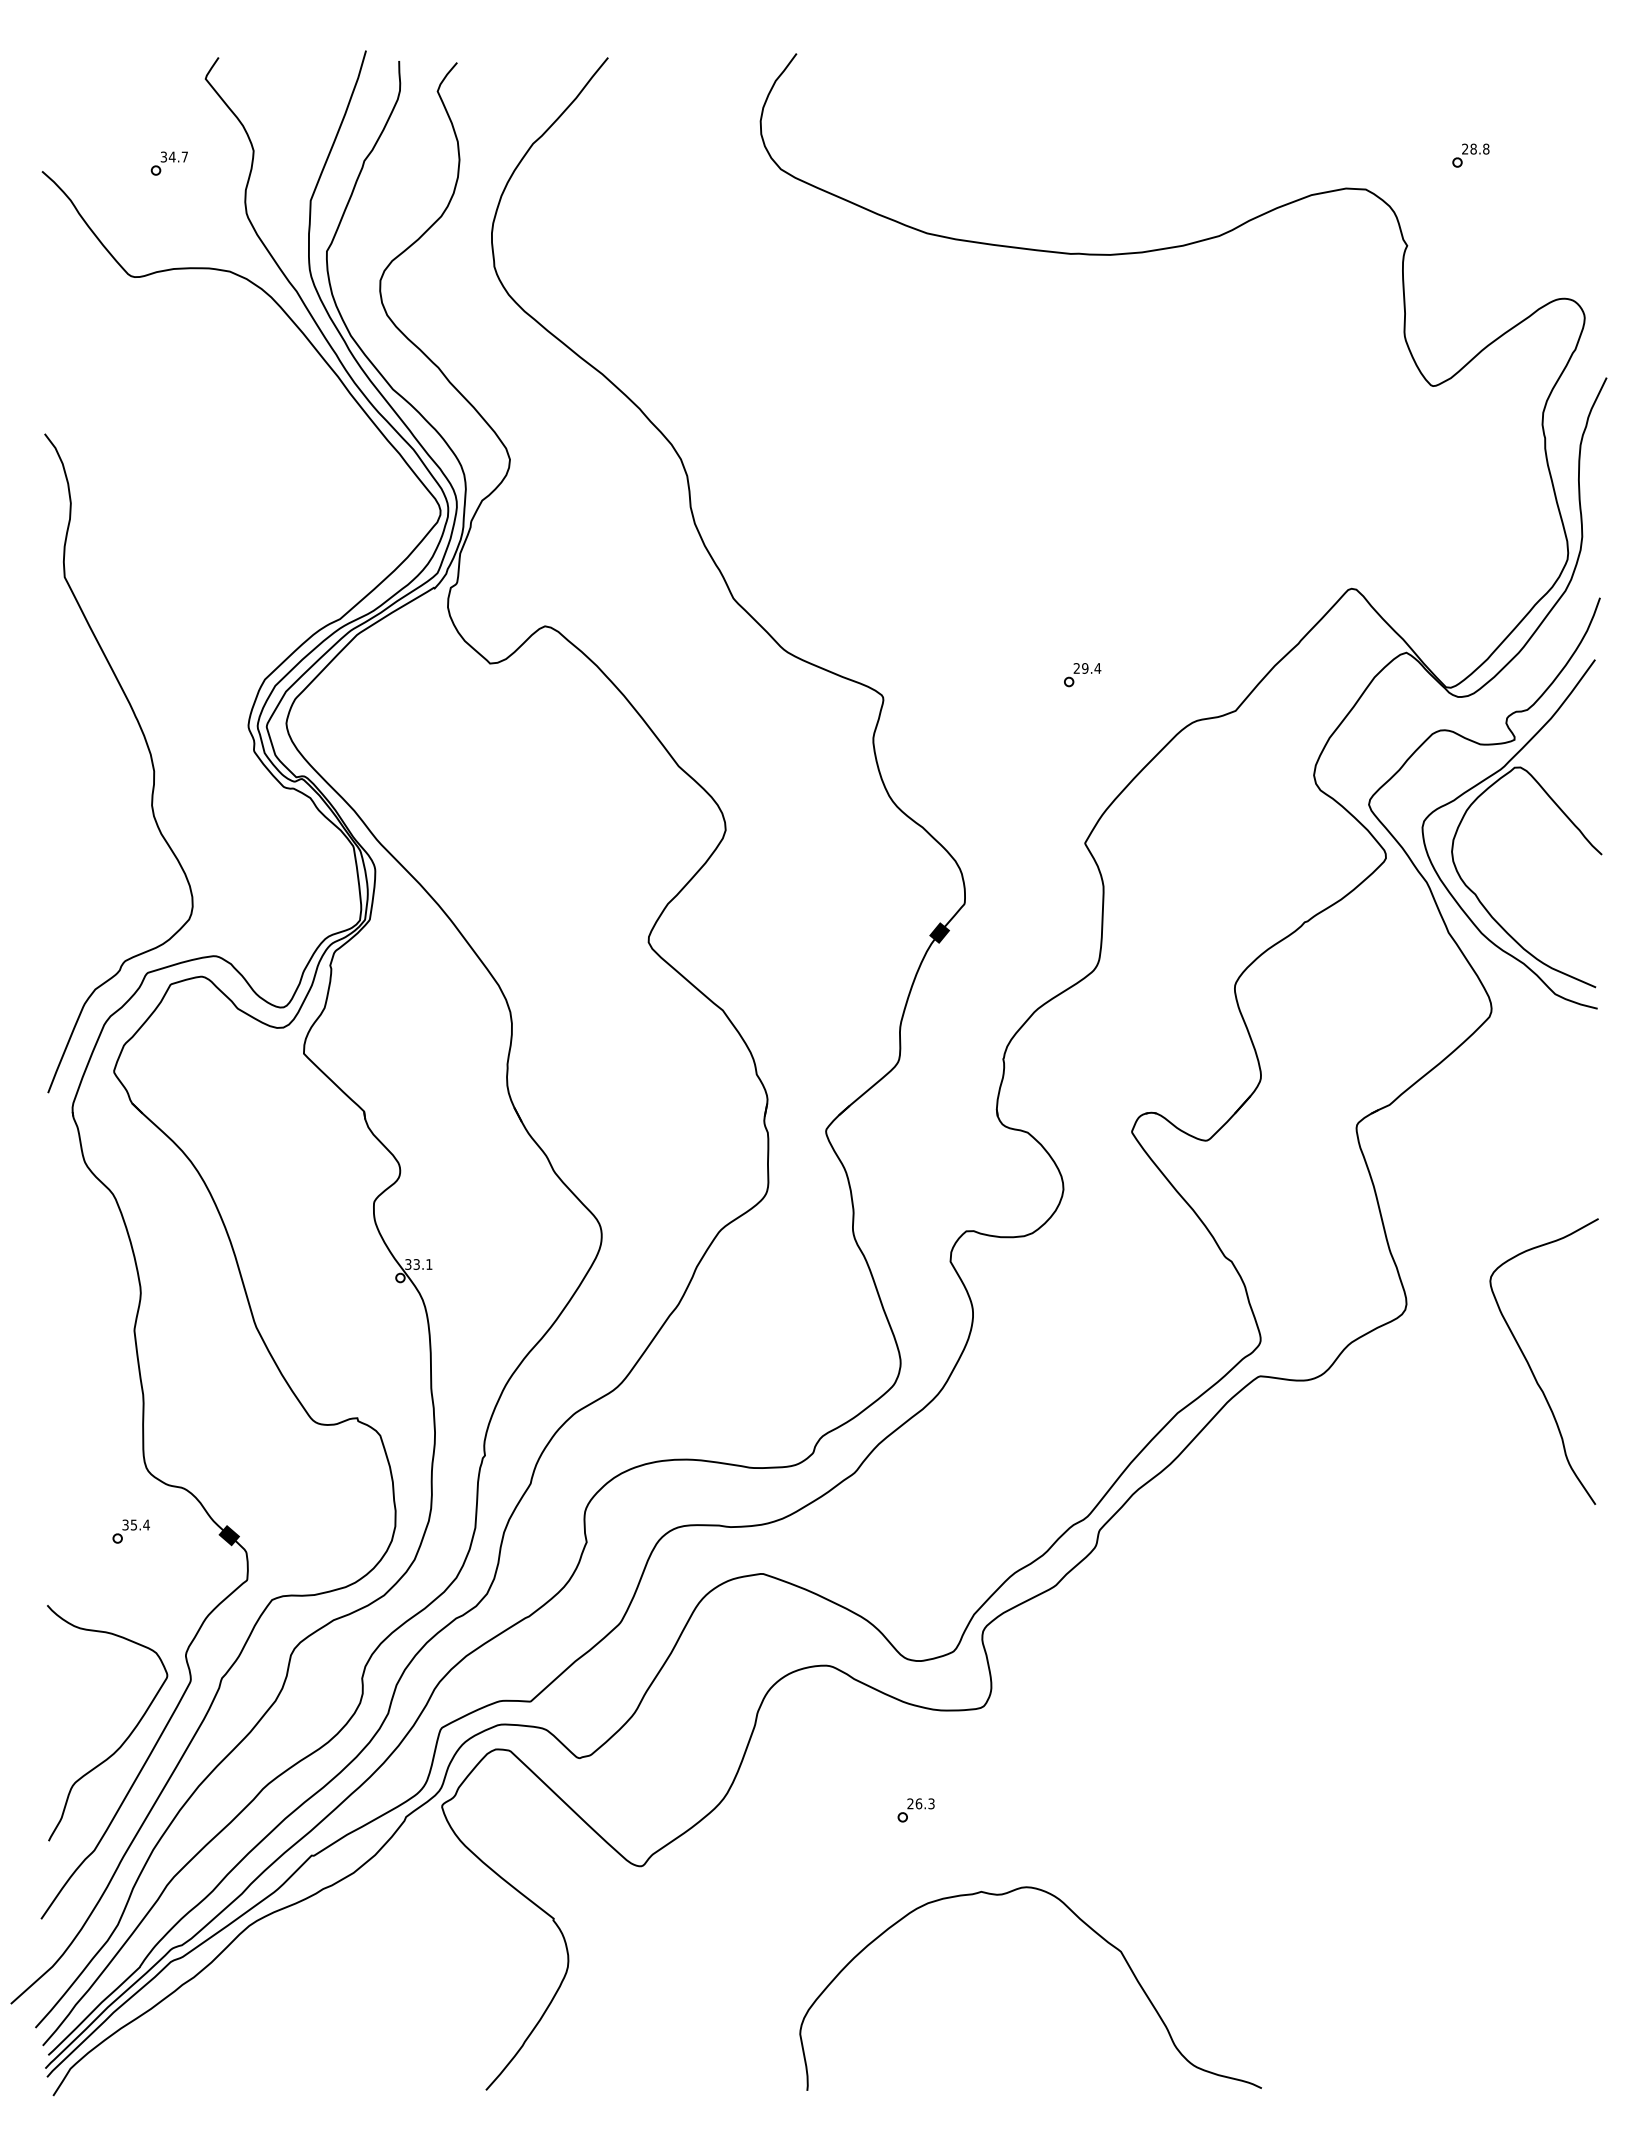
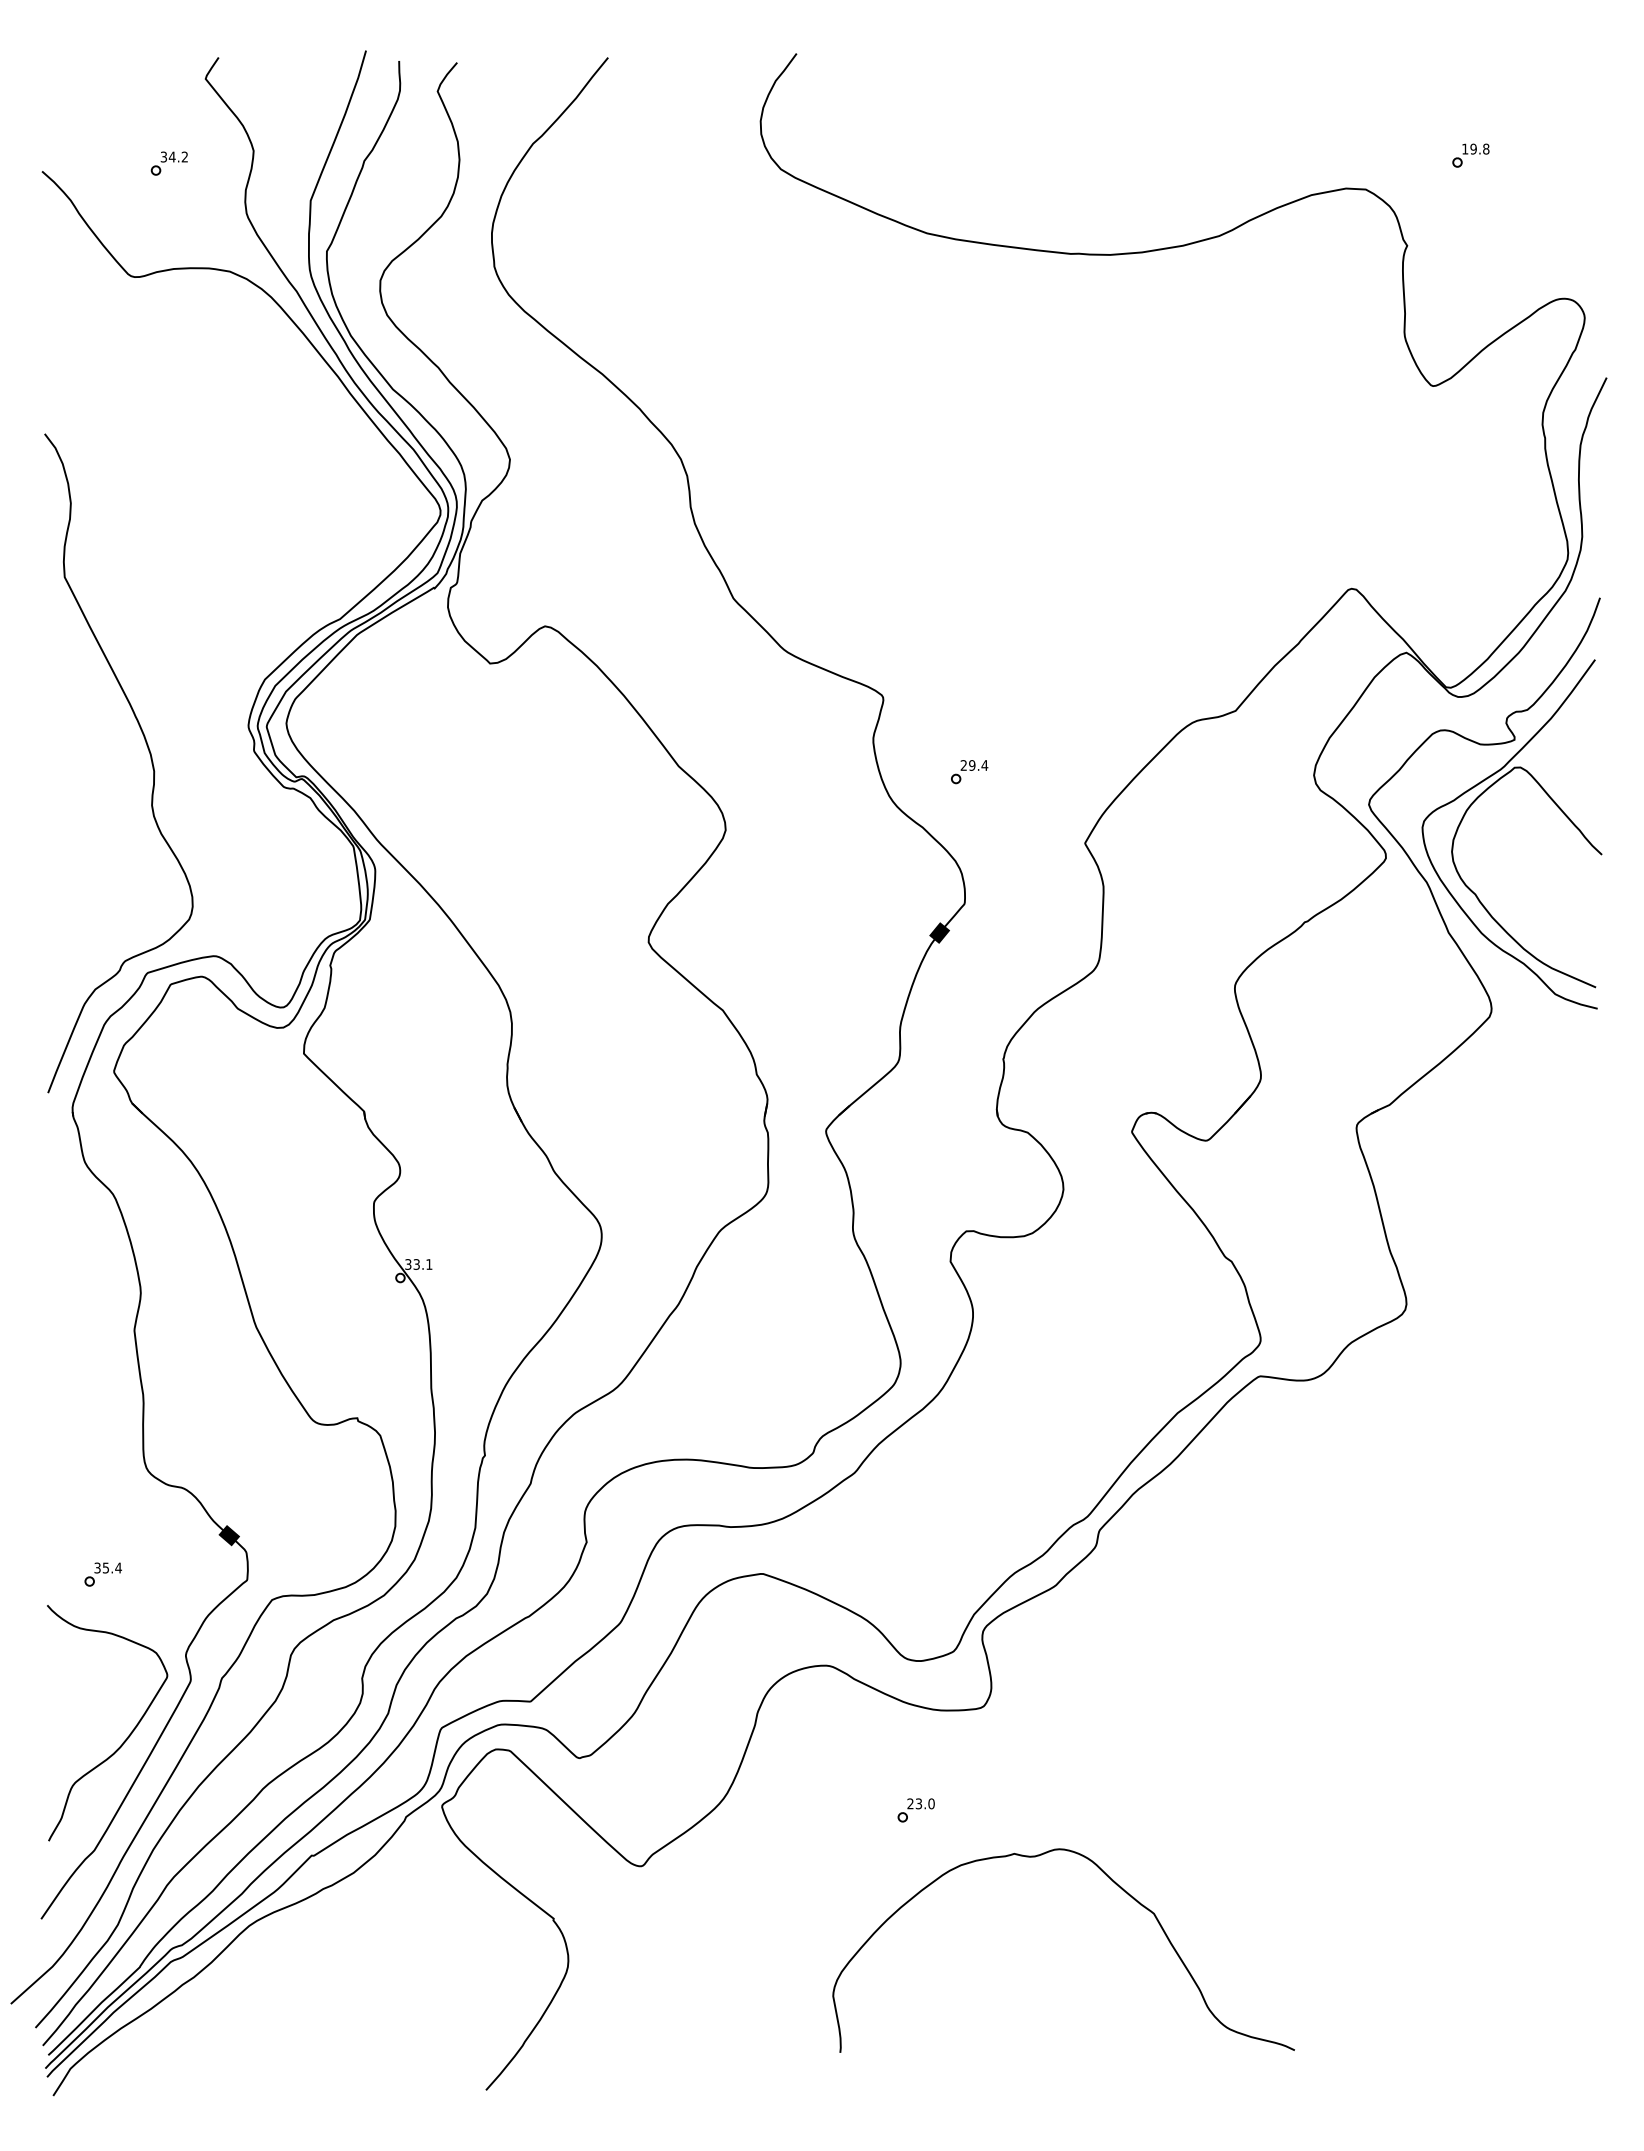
text at (1469, 148): 28.8 -> 19.8
text at (184, 156): 34.7 -> 34.2
part at (1082, 675) position: (1082, 675) -> (969, 772)
curve at (1530, 1365): present -> none
part at (130, 1531) position: (130, 1531) -> (102, 1574)
text at (924, 1803): 26.3 -> 23.0
curve at (1083, 1923) position: (1083, 1923) -> (1116, 1885)
